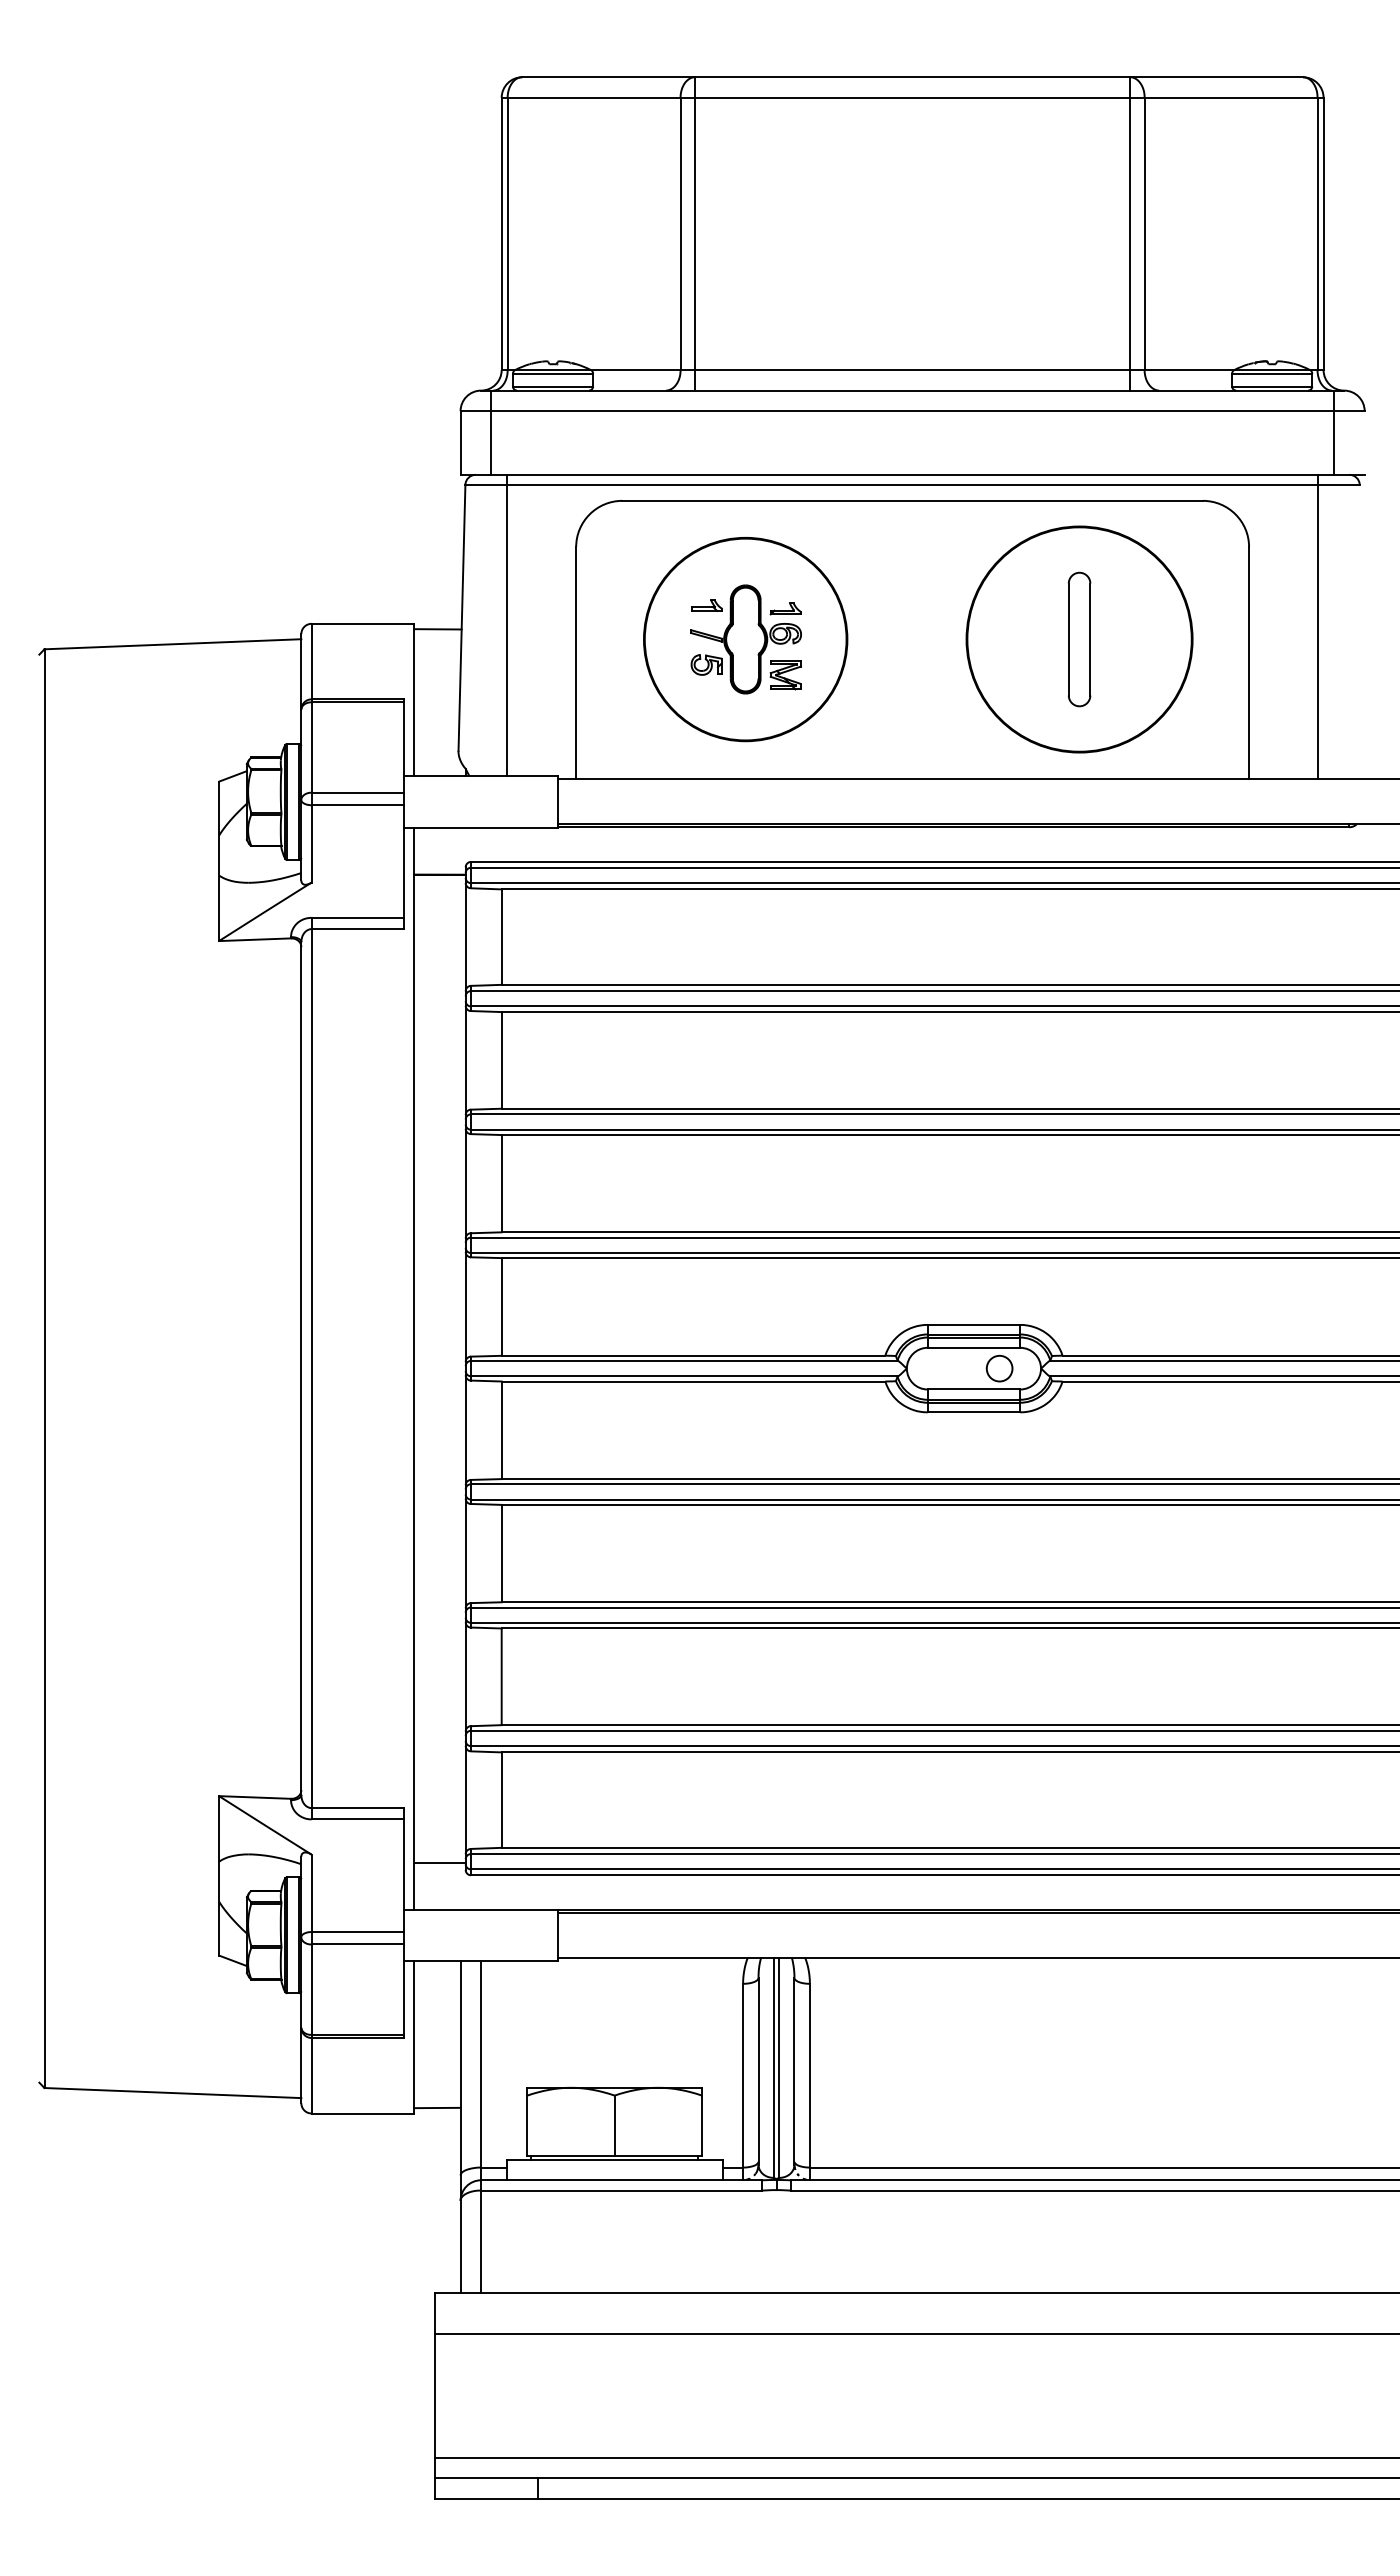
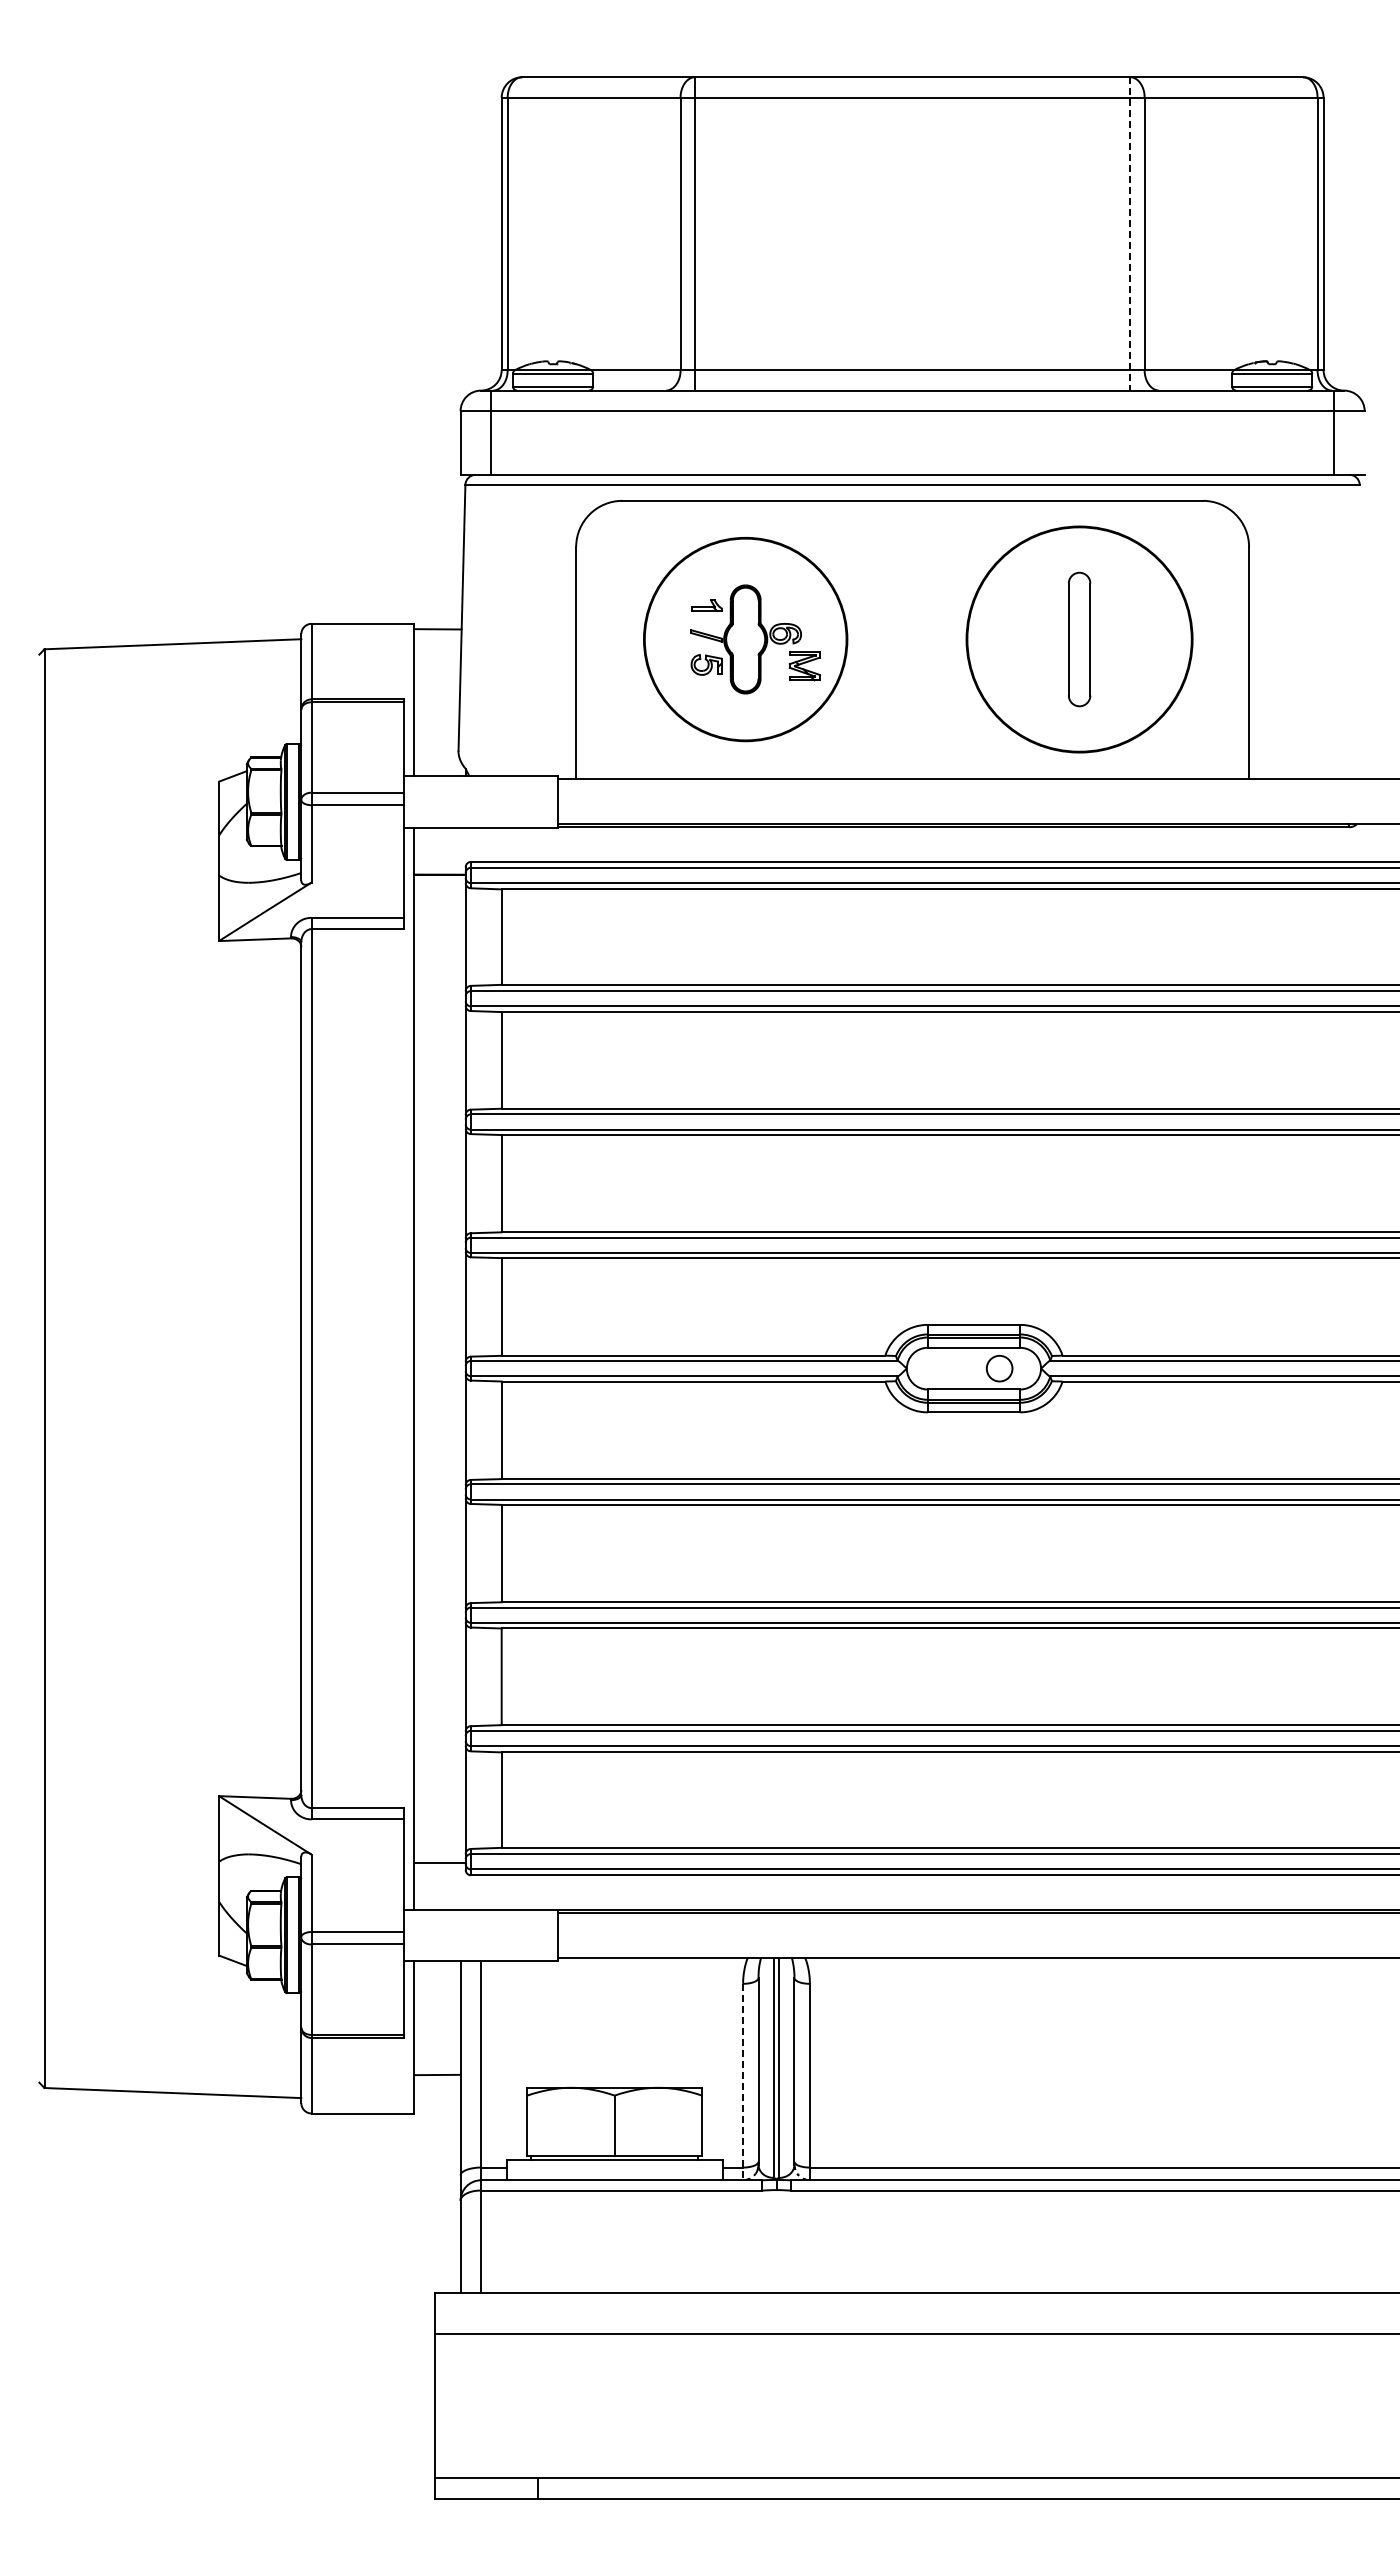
line at (1130, 233): solid -> dashed
part at (785, 608): present -> none
line at (506, 625): present -> none
line at (1318, 626): present -> none
part at (785, 675) position: (785, 675) -> (804, 666)
line at (743, 2082): solid -> dashed
line at (437, 2107) position: (437, 2107) -> (437, 2074)
line at (915, 2457): present -> none
